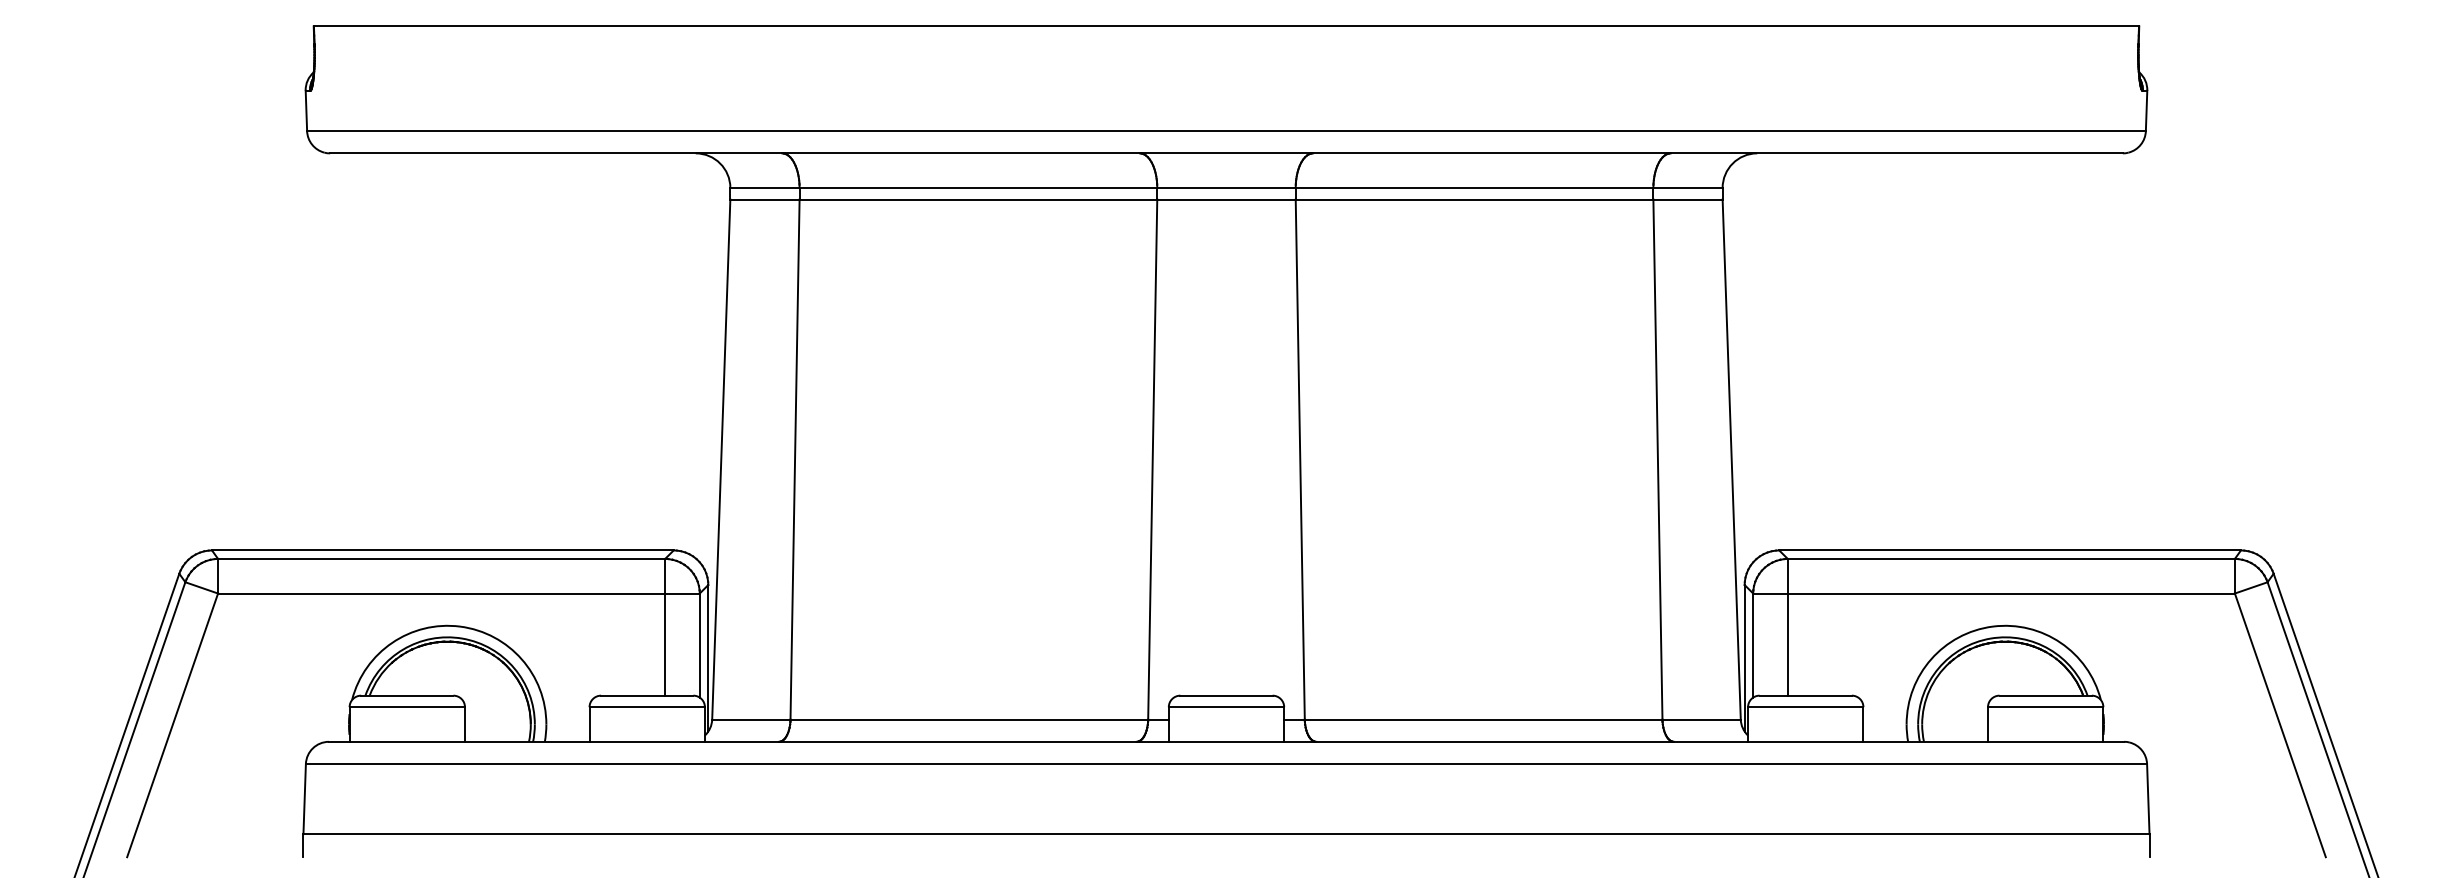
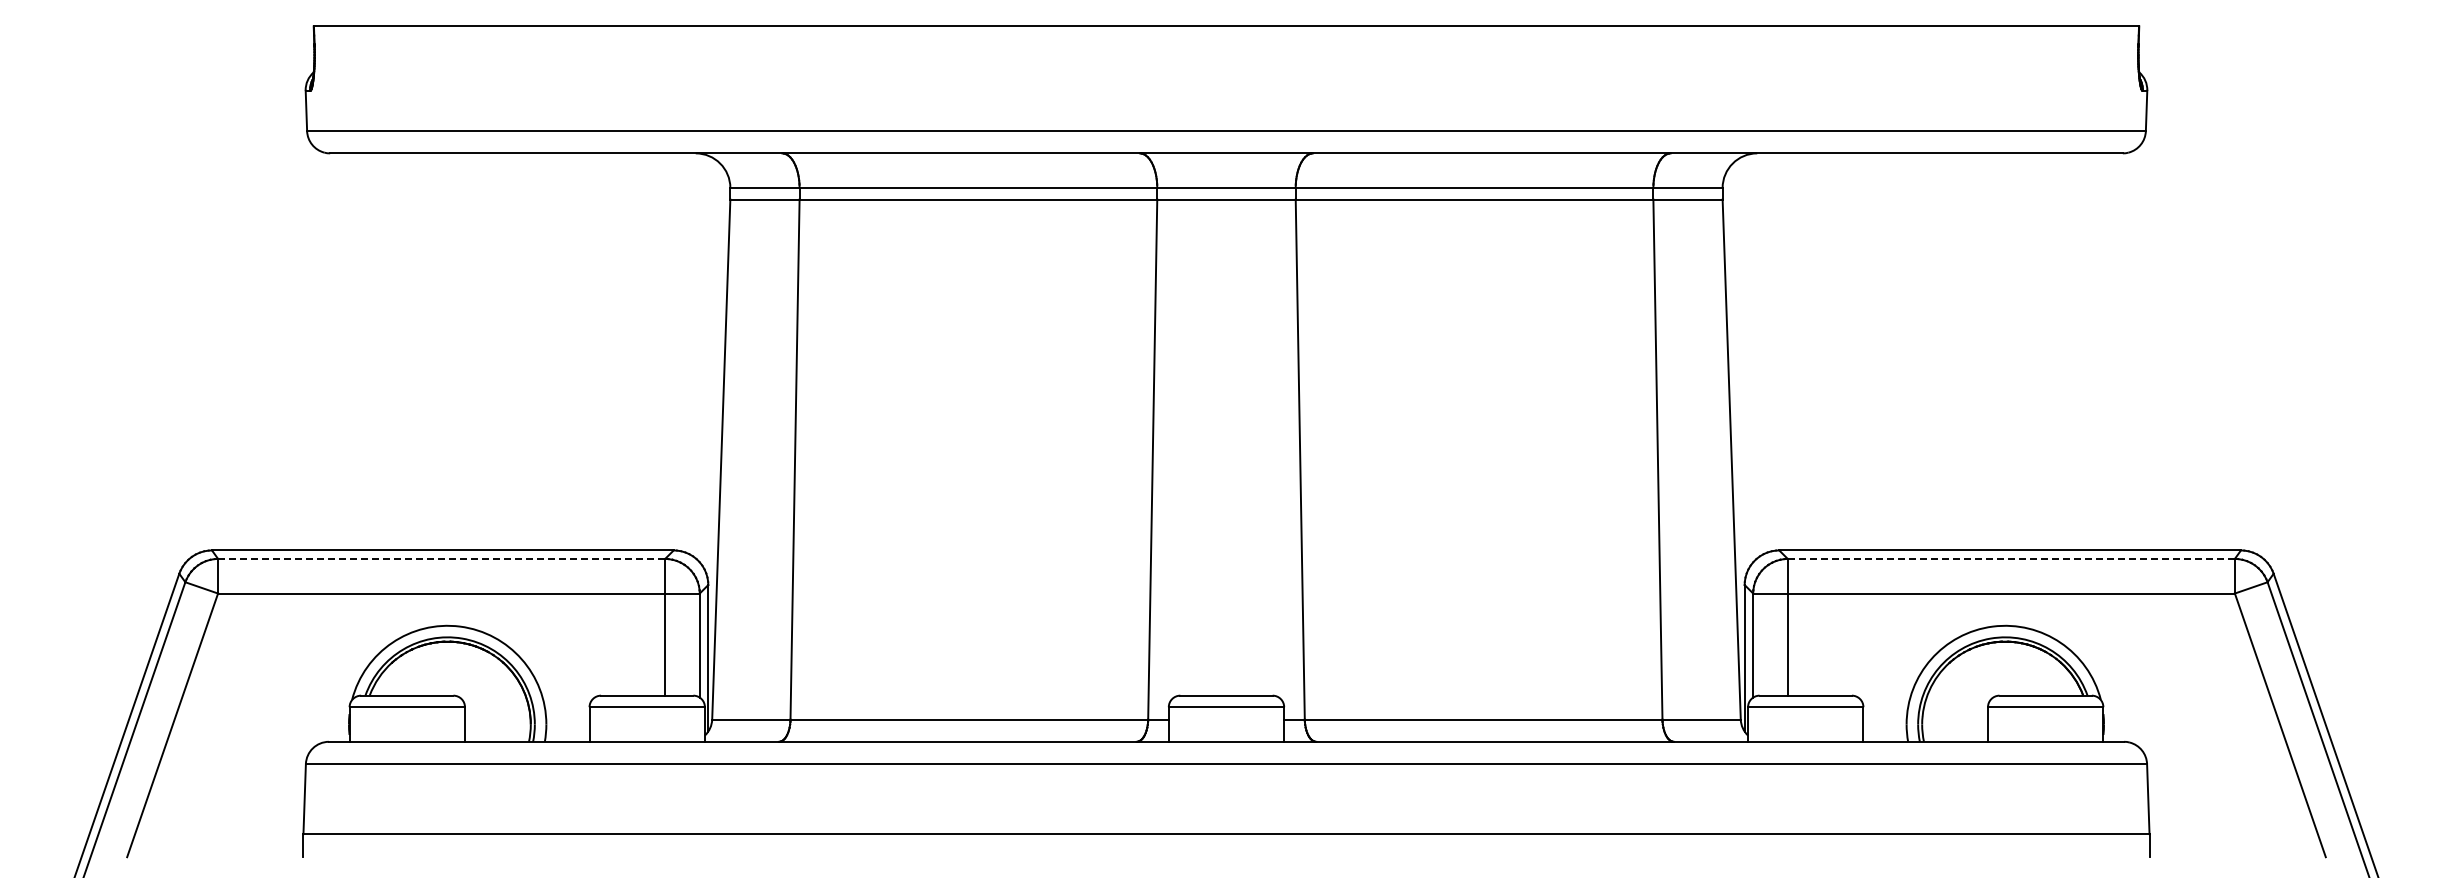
line at (441, 558): solid -> dashed
line at (2011, 558): solid -> dashed
